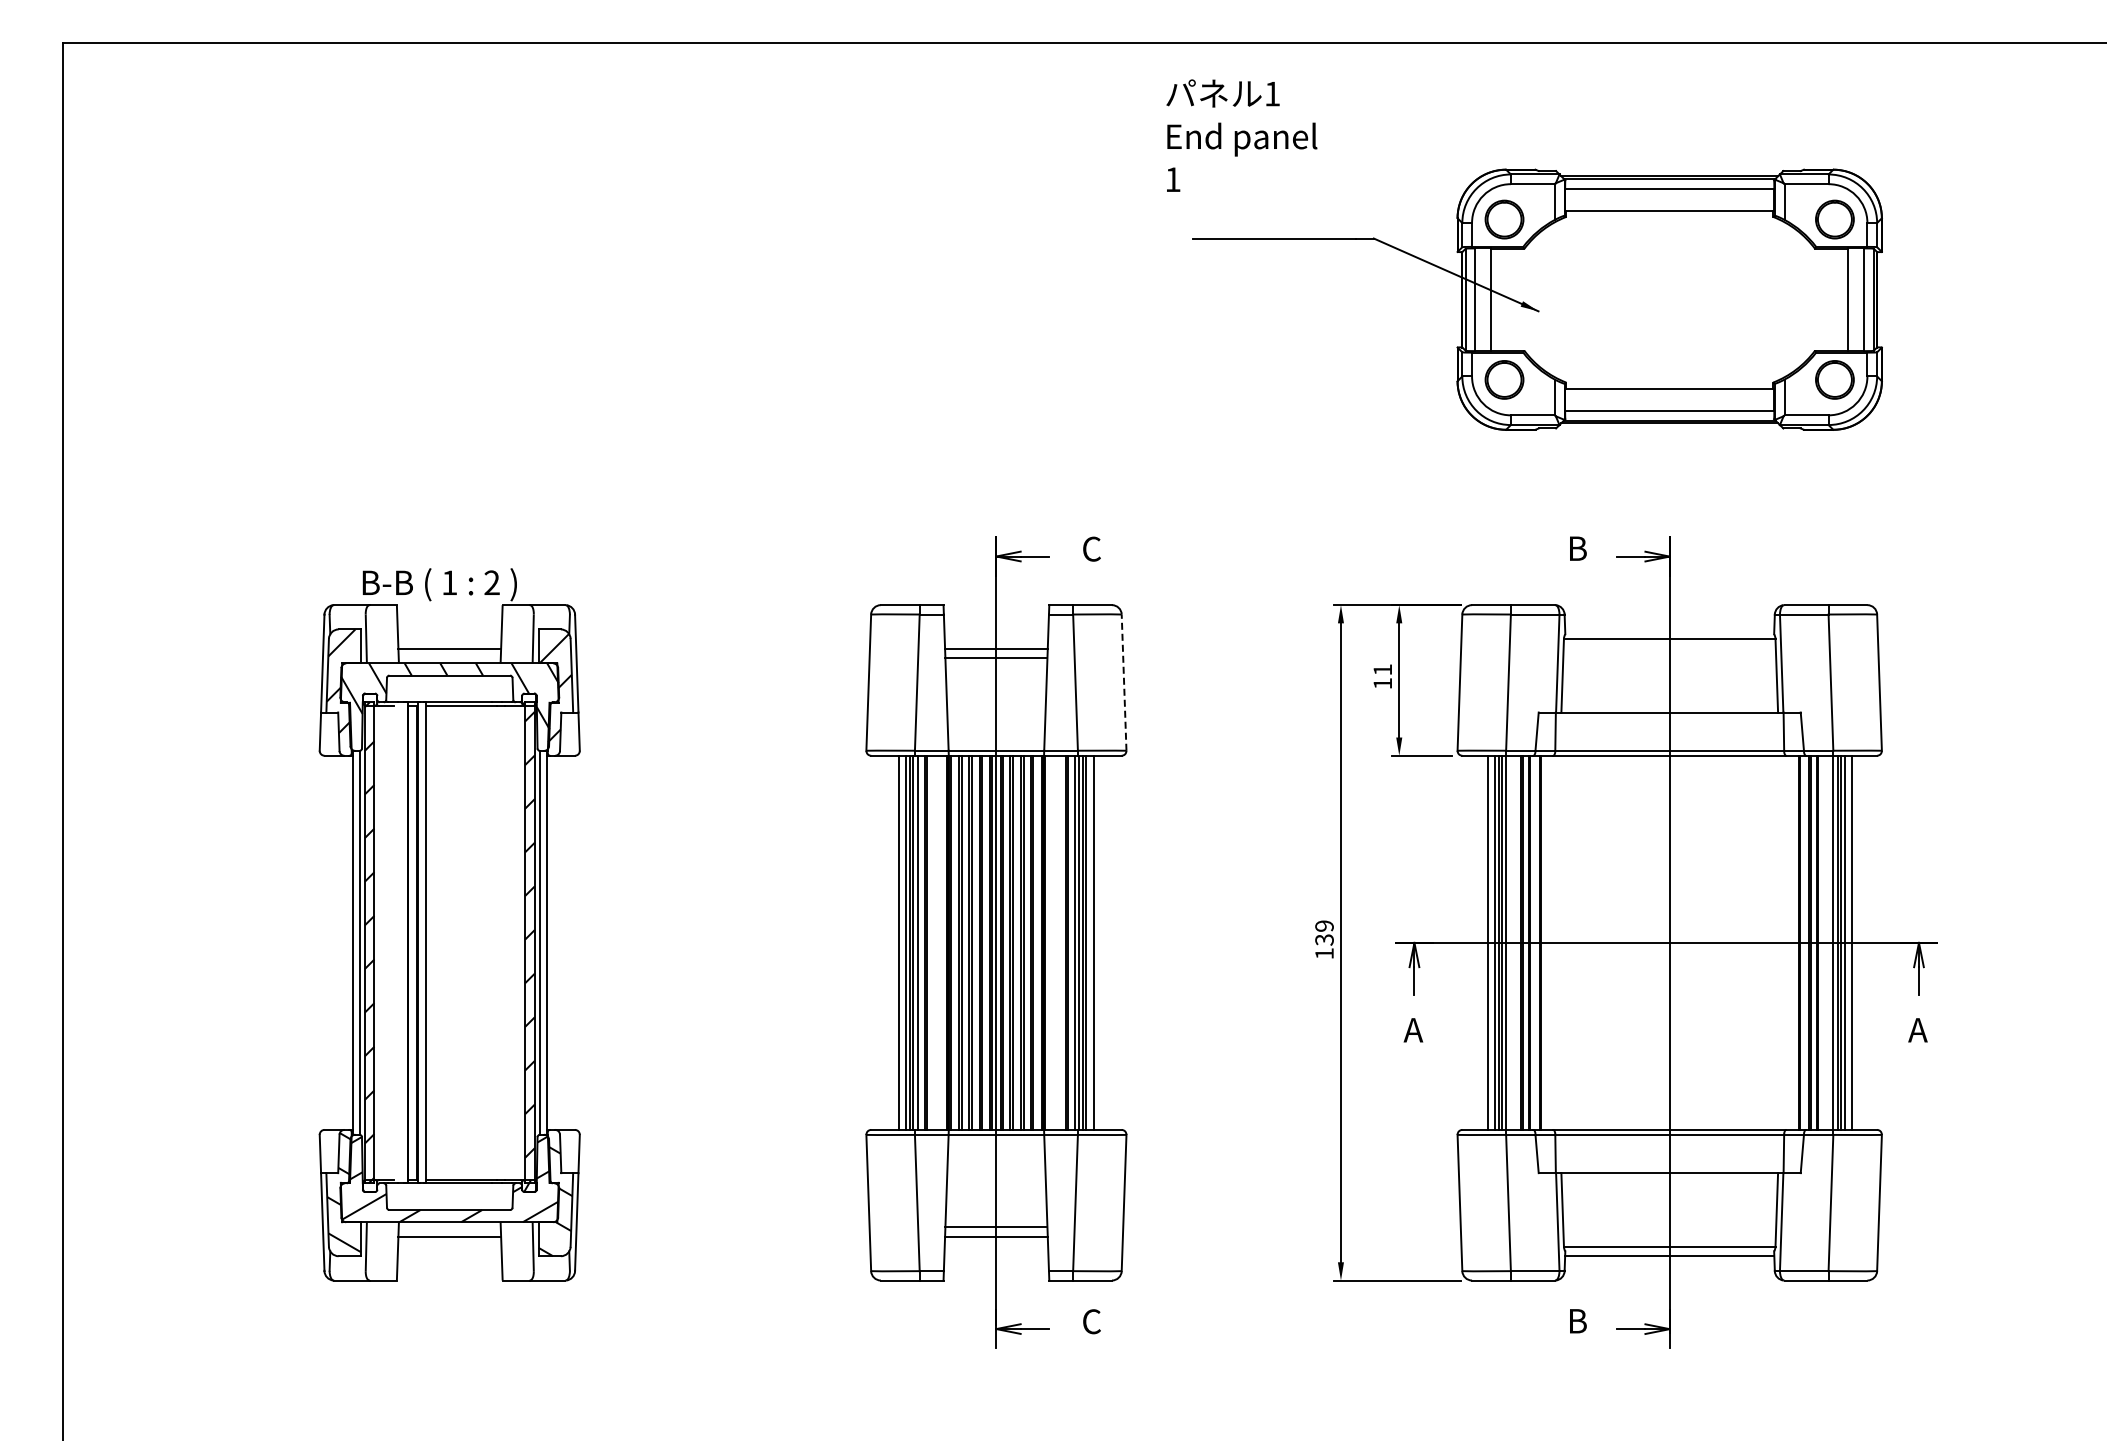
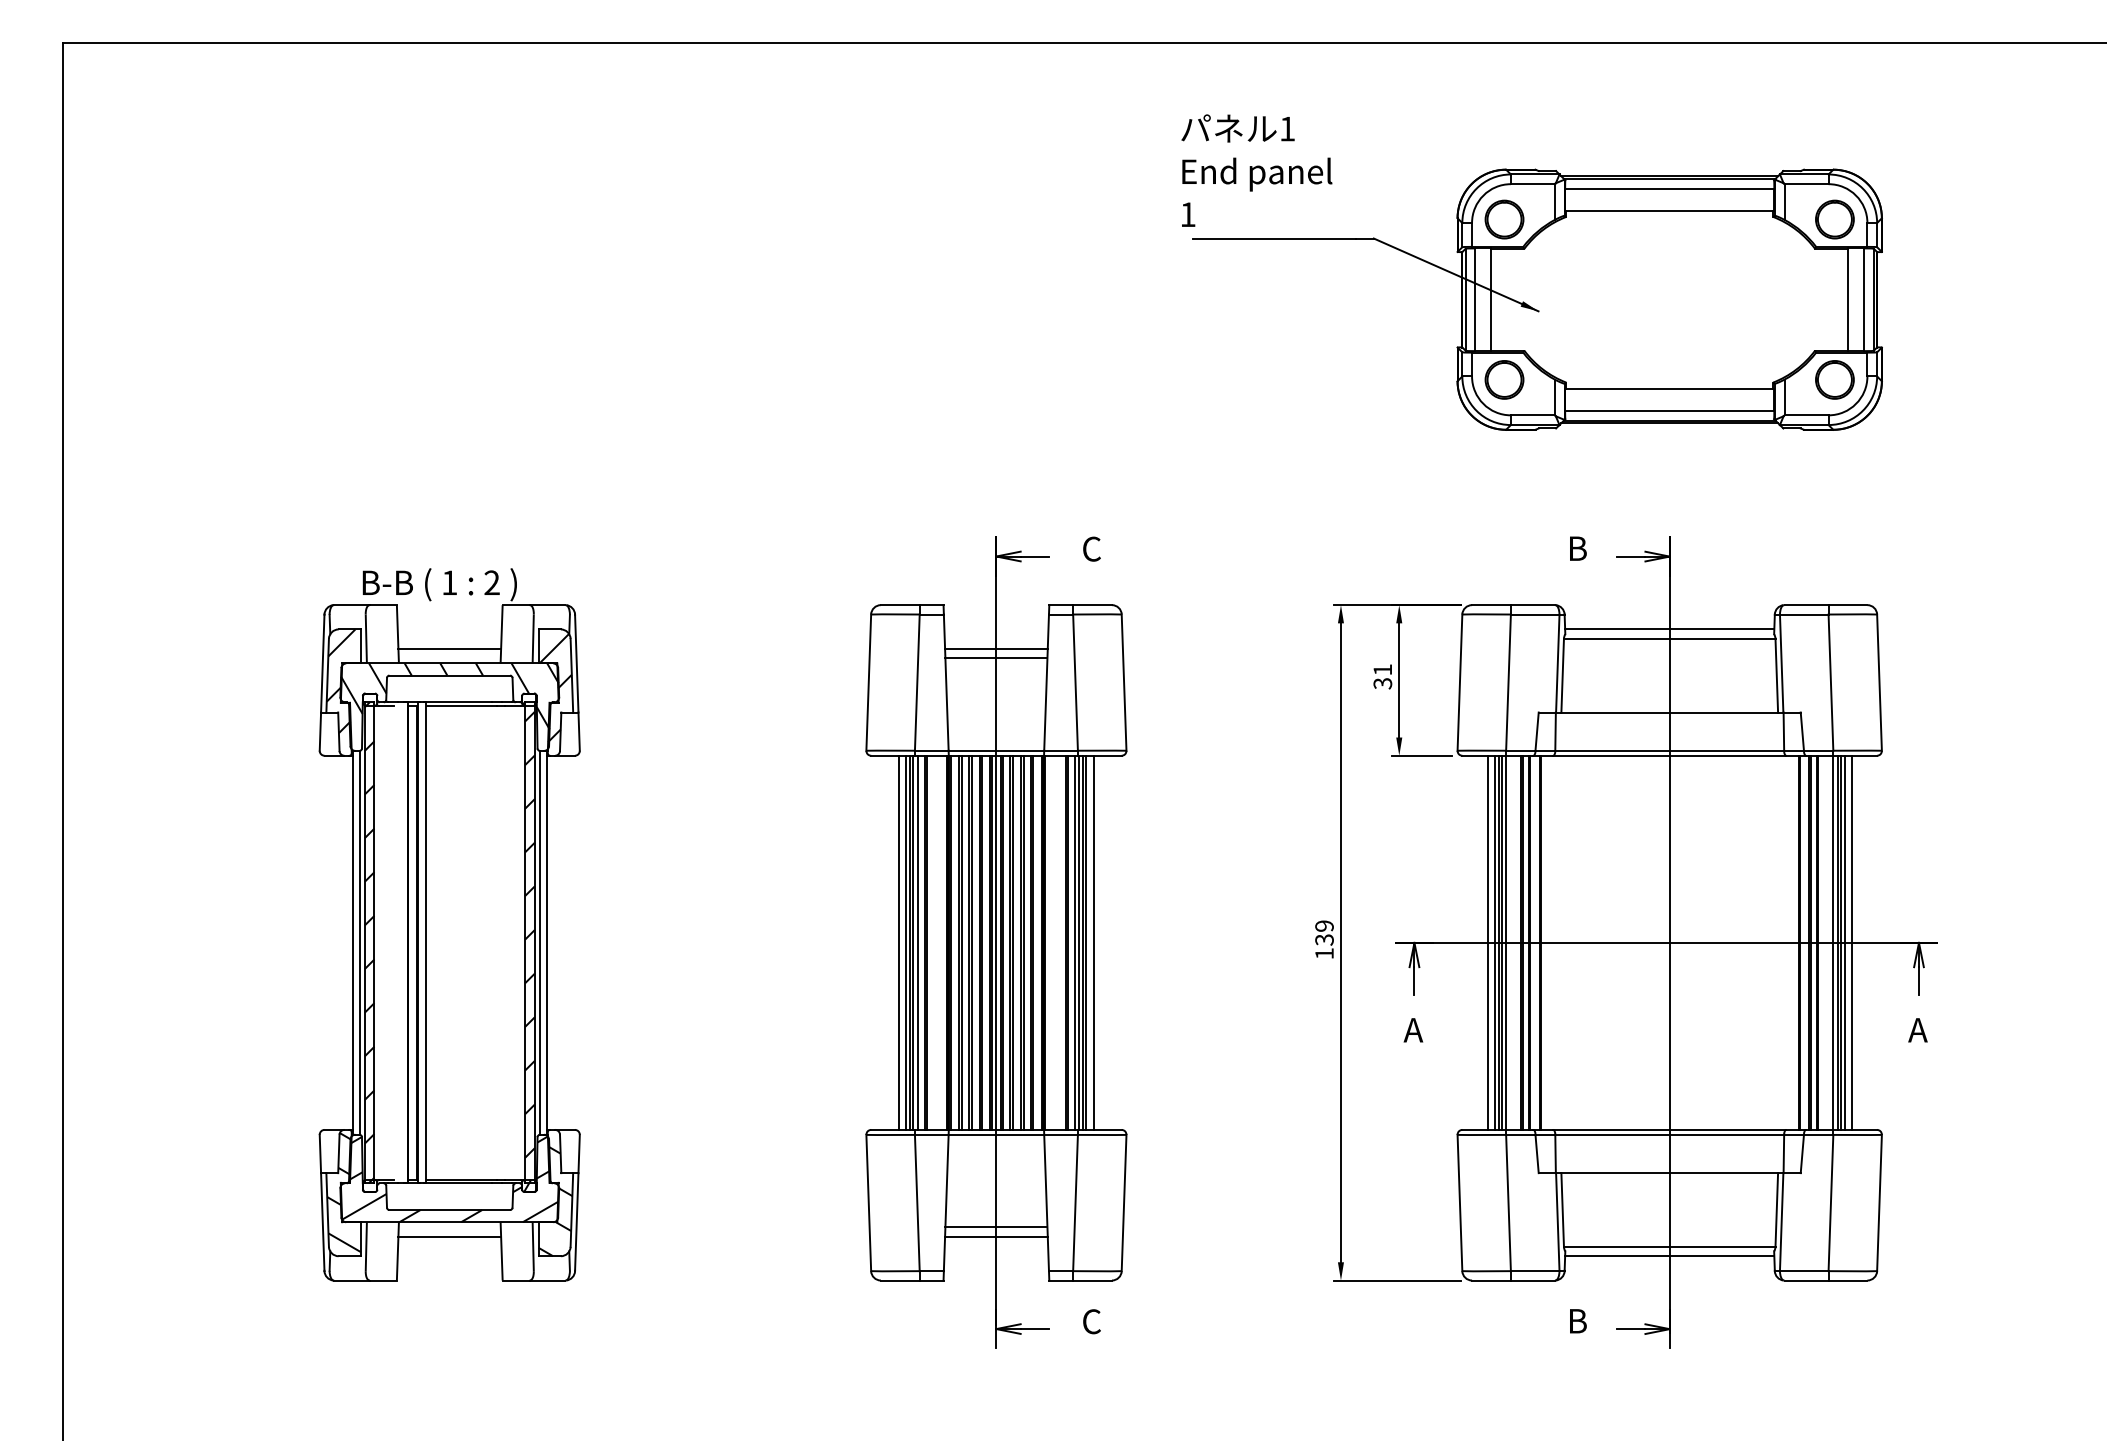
text at (1241, 135) position: (1241, 135) -> (1256, 170)
line at (1669, 629): none -> present
line at (1124, 682): dashed -> solid
text at (1382, 683): 11 -> 31
